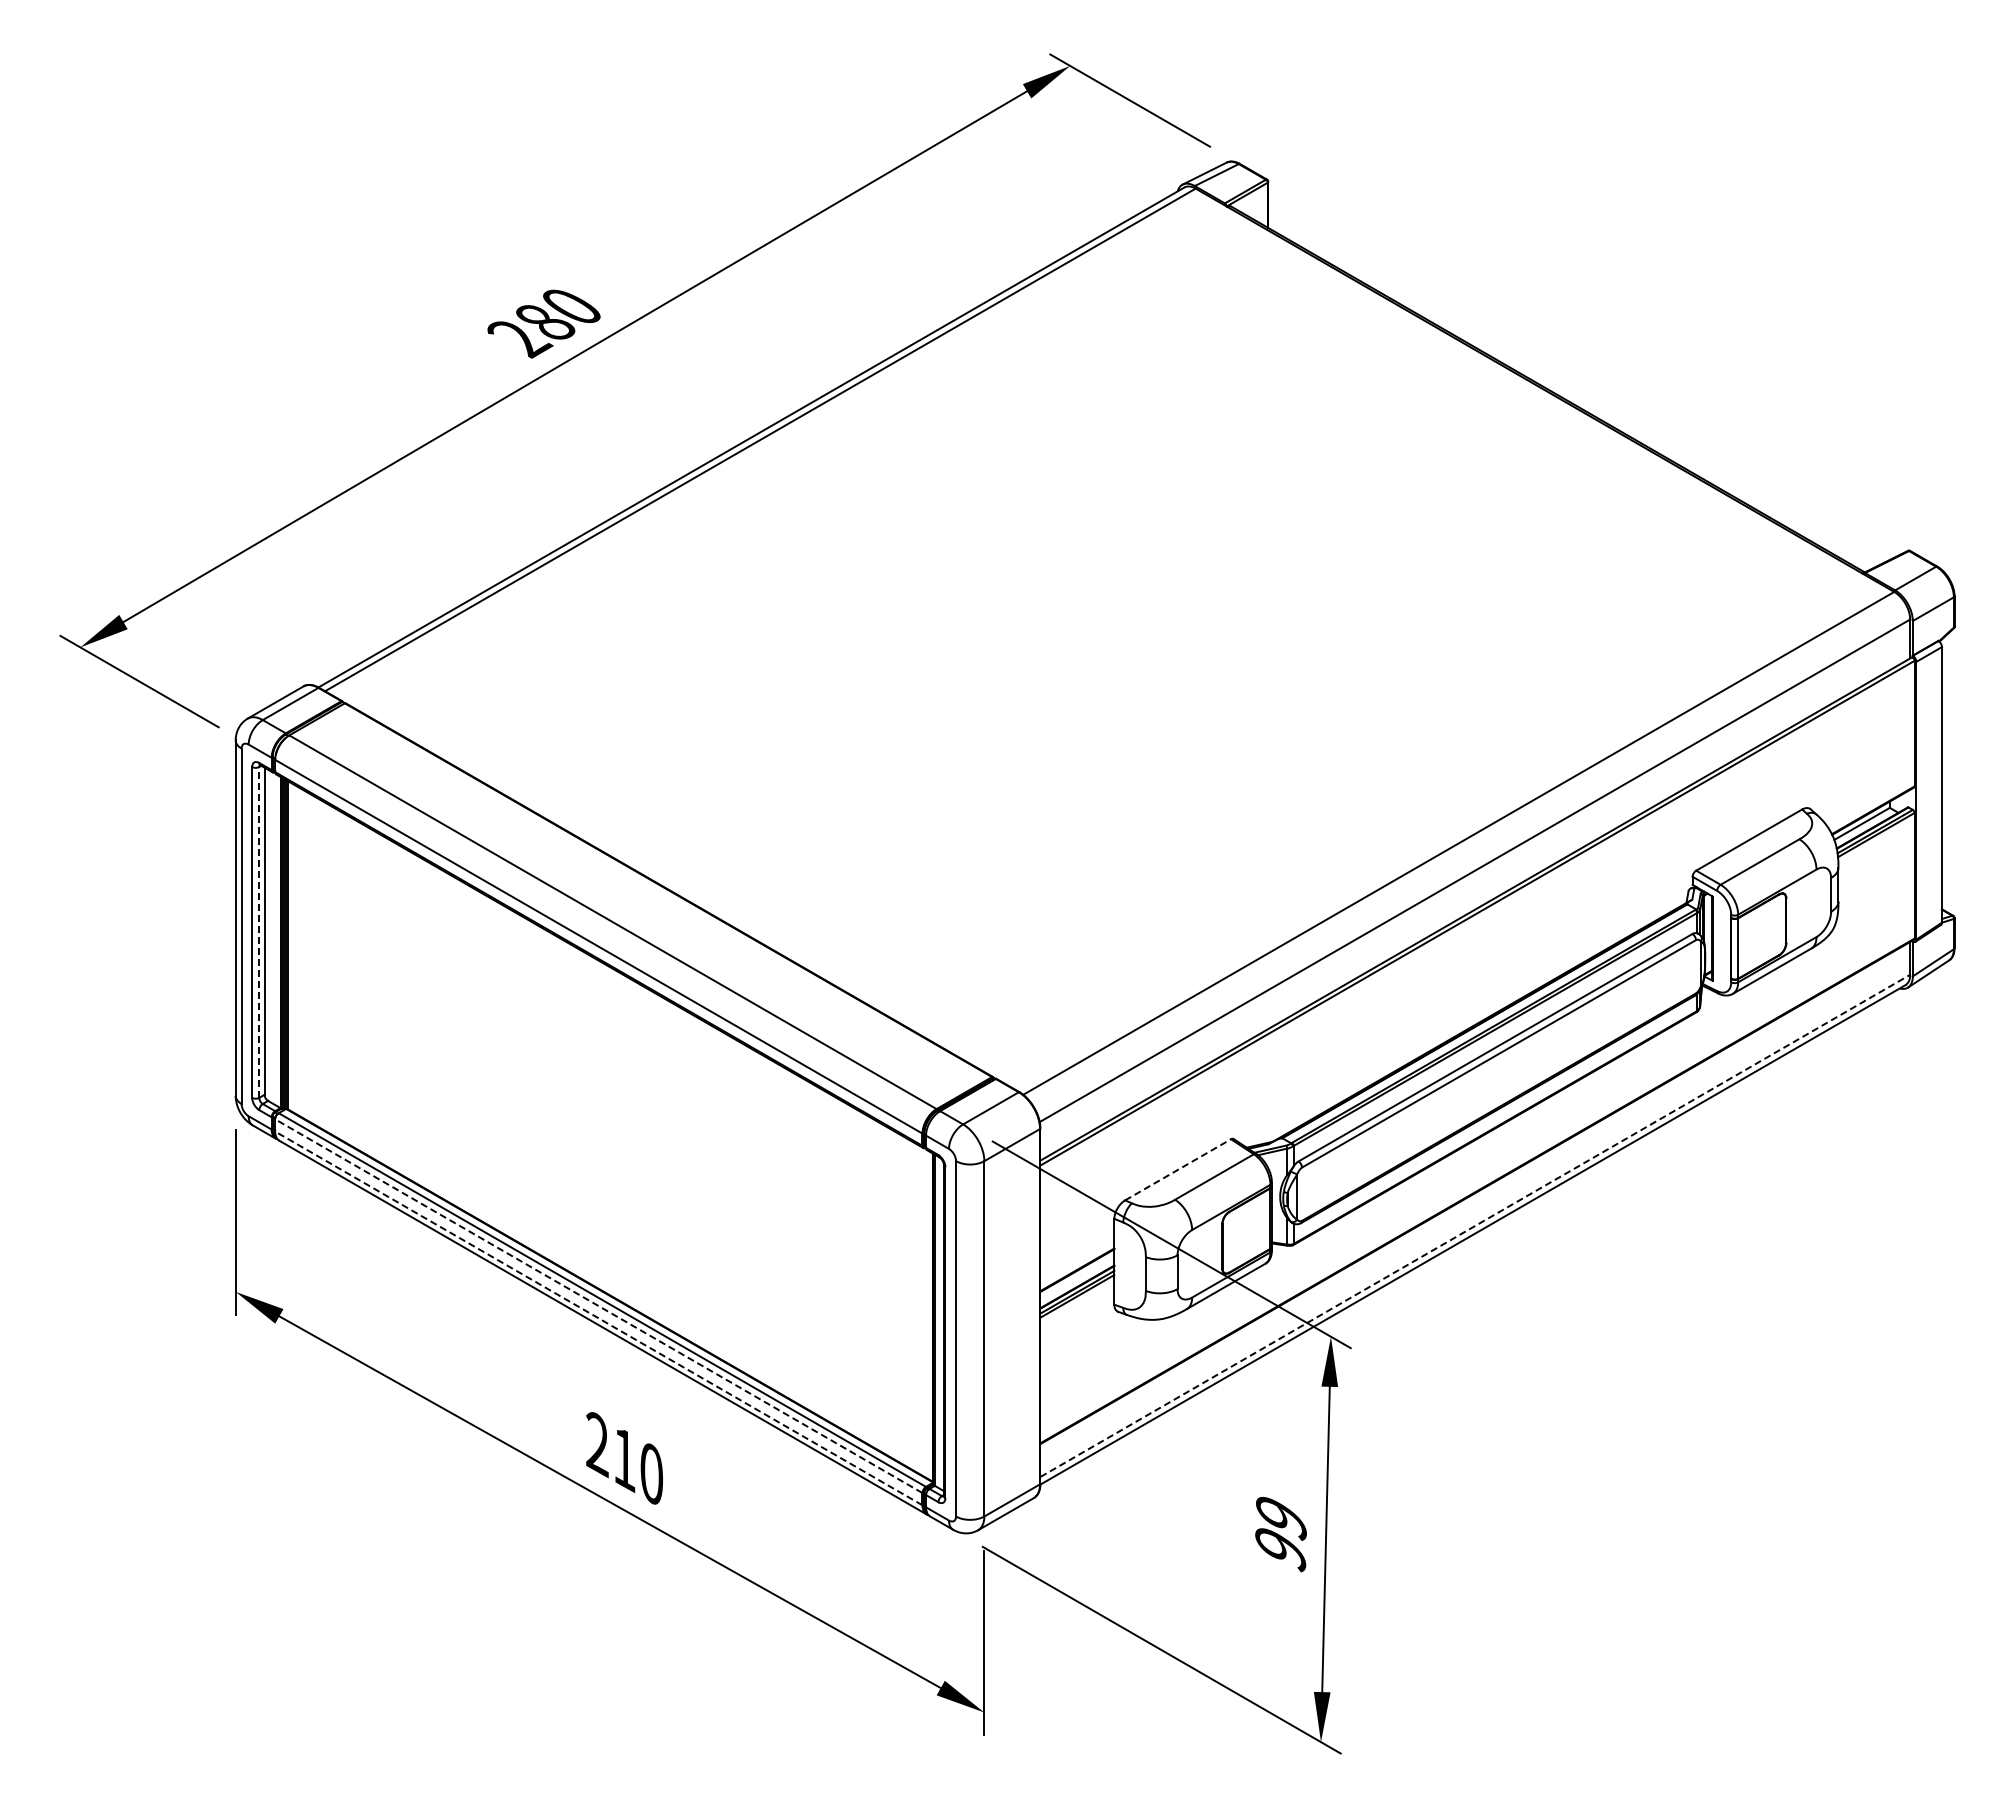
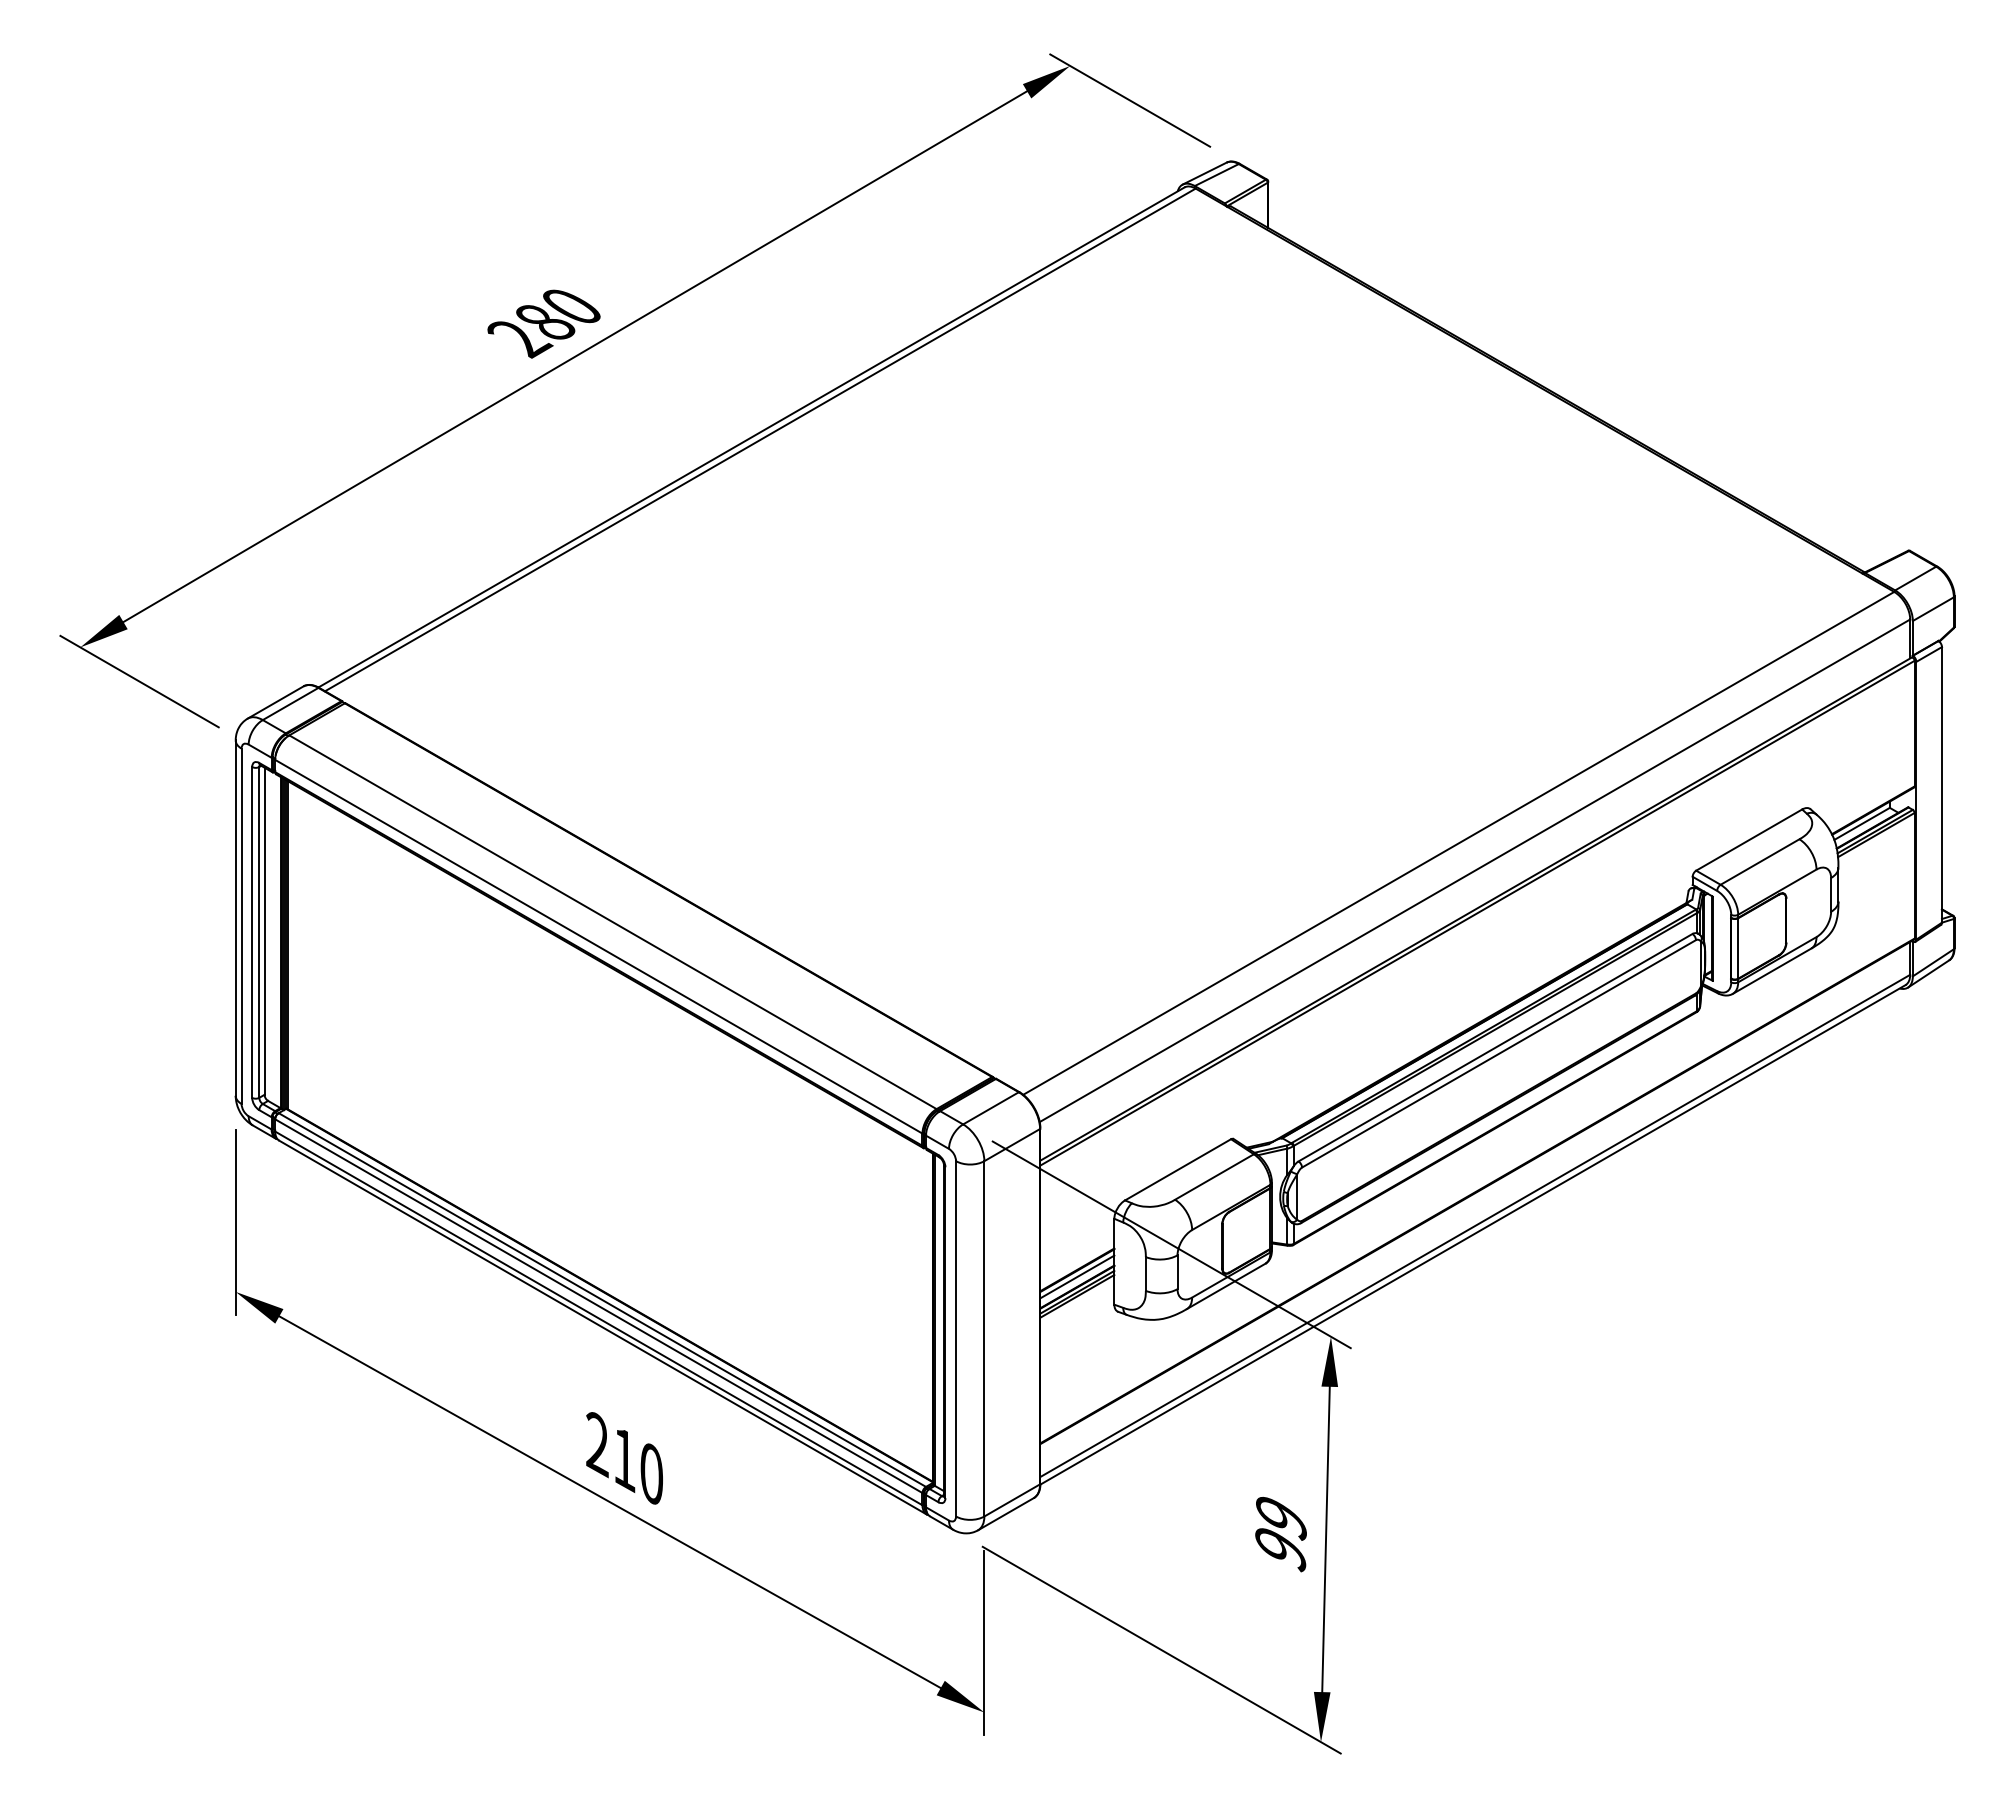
line at (259, 931): dashed -> solid
line at (1178, 1169): dashed -> solid
line at (1475, 1225): dashed -> solid
line at (1077, 1276): none -> present
line at (598, 1306): dashed -> solid
line at (598, 1318): dashed -> solid
